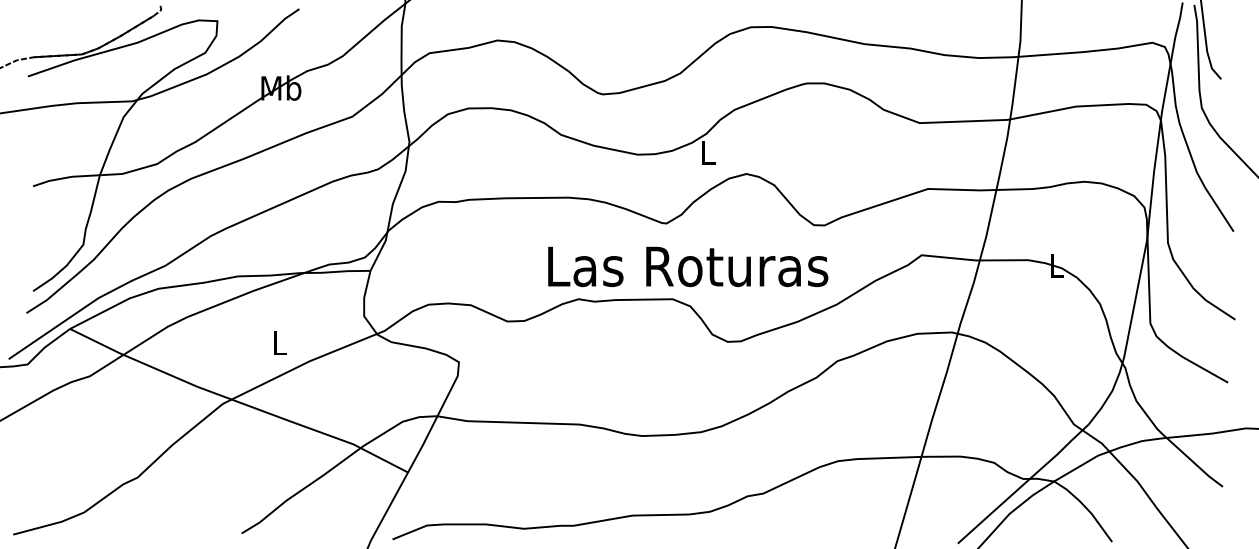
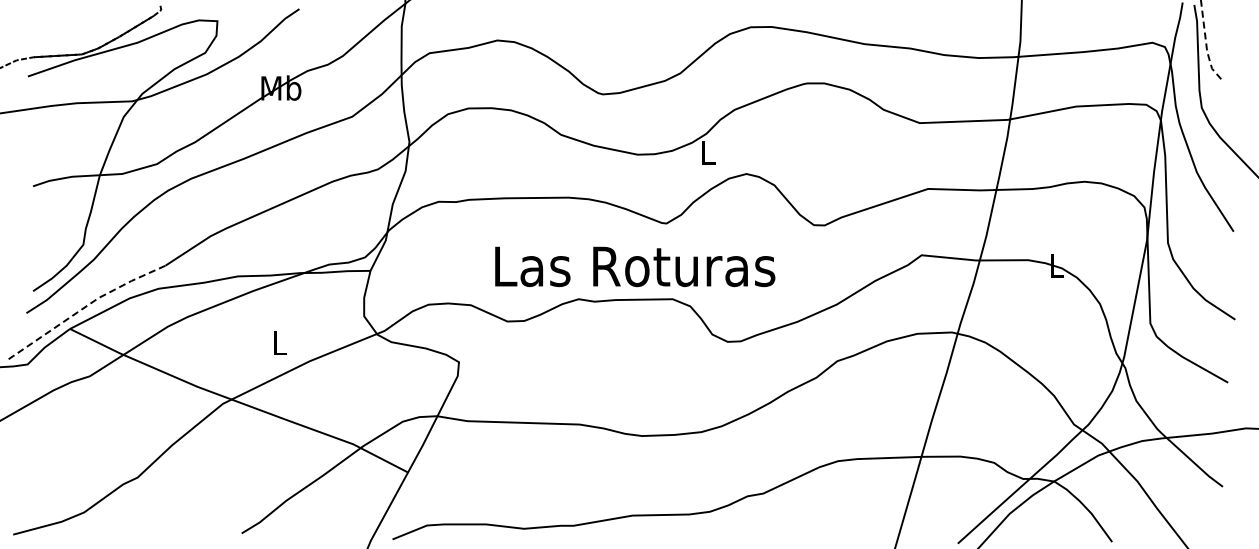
line at (1206, 43): solid -> dashed
text at (688, 266) position: (688, 266) -> (635, 266)
line at (86, 306): solid -> dashed
